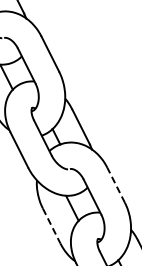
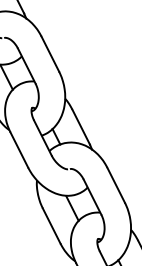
line at (116, 185): dashed -> solid
line at (51, 226): dashed -> solid
